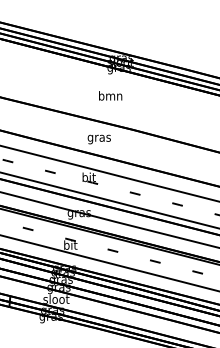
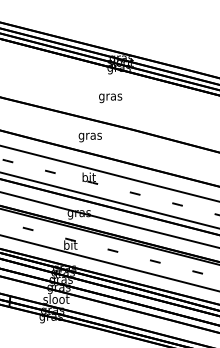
text at (110, 97): bmn -> gras
text at (98, 139) position: (98, 139) -> (89, 137)
